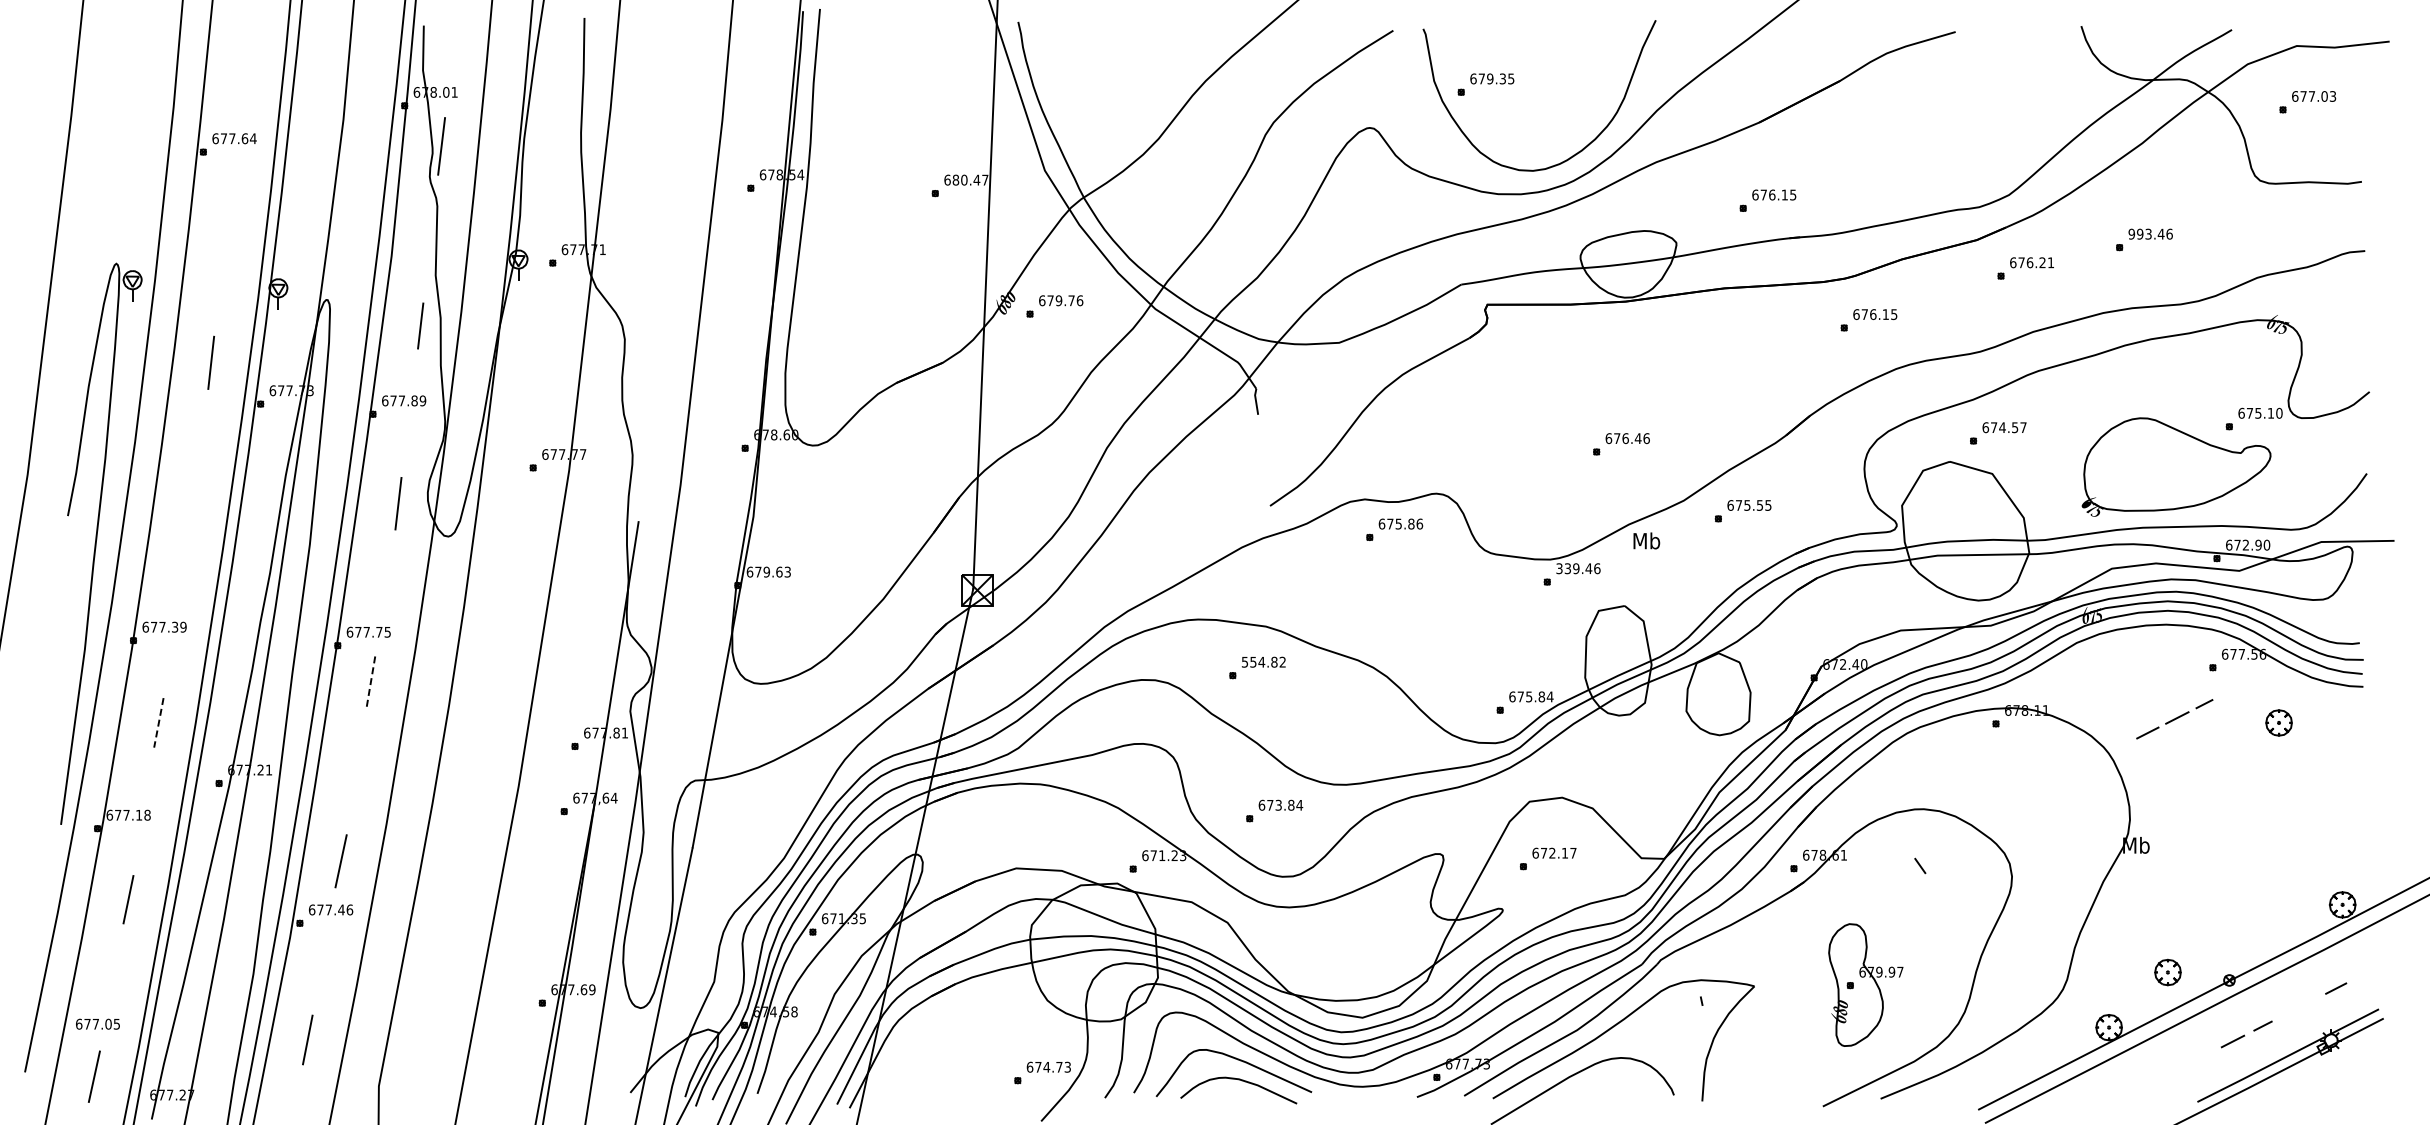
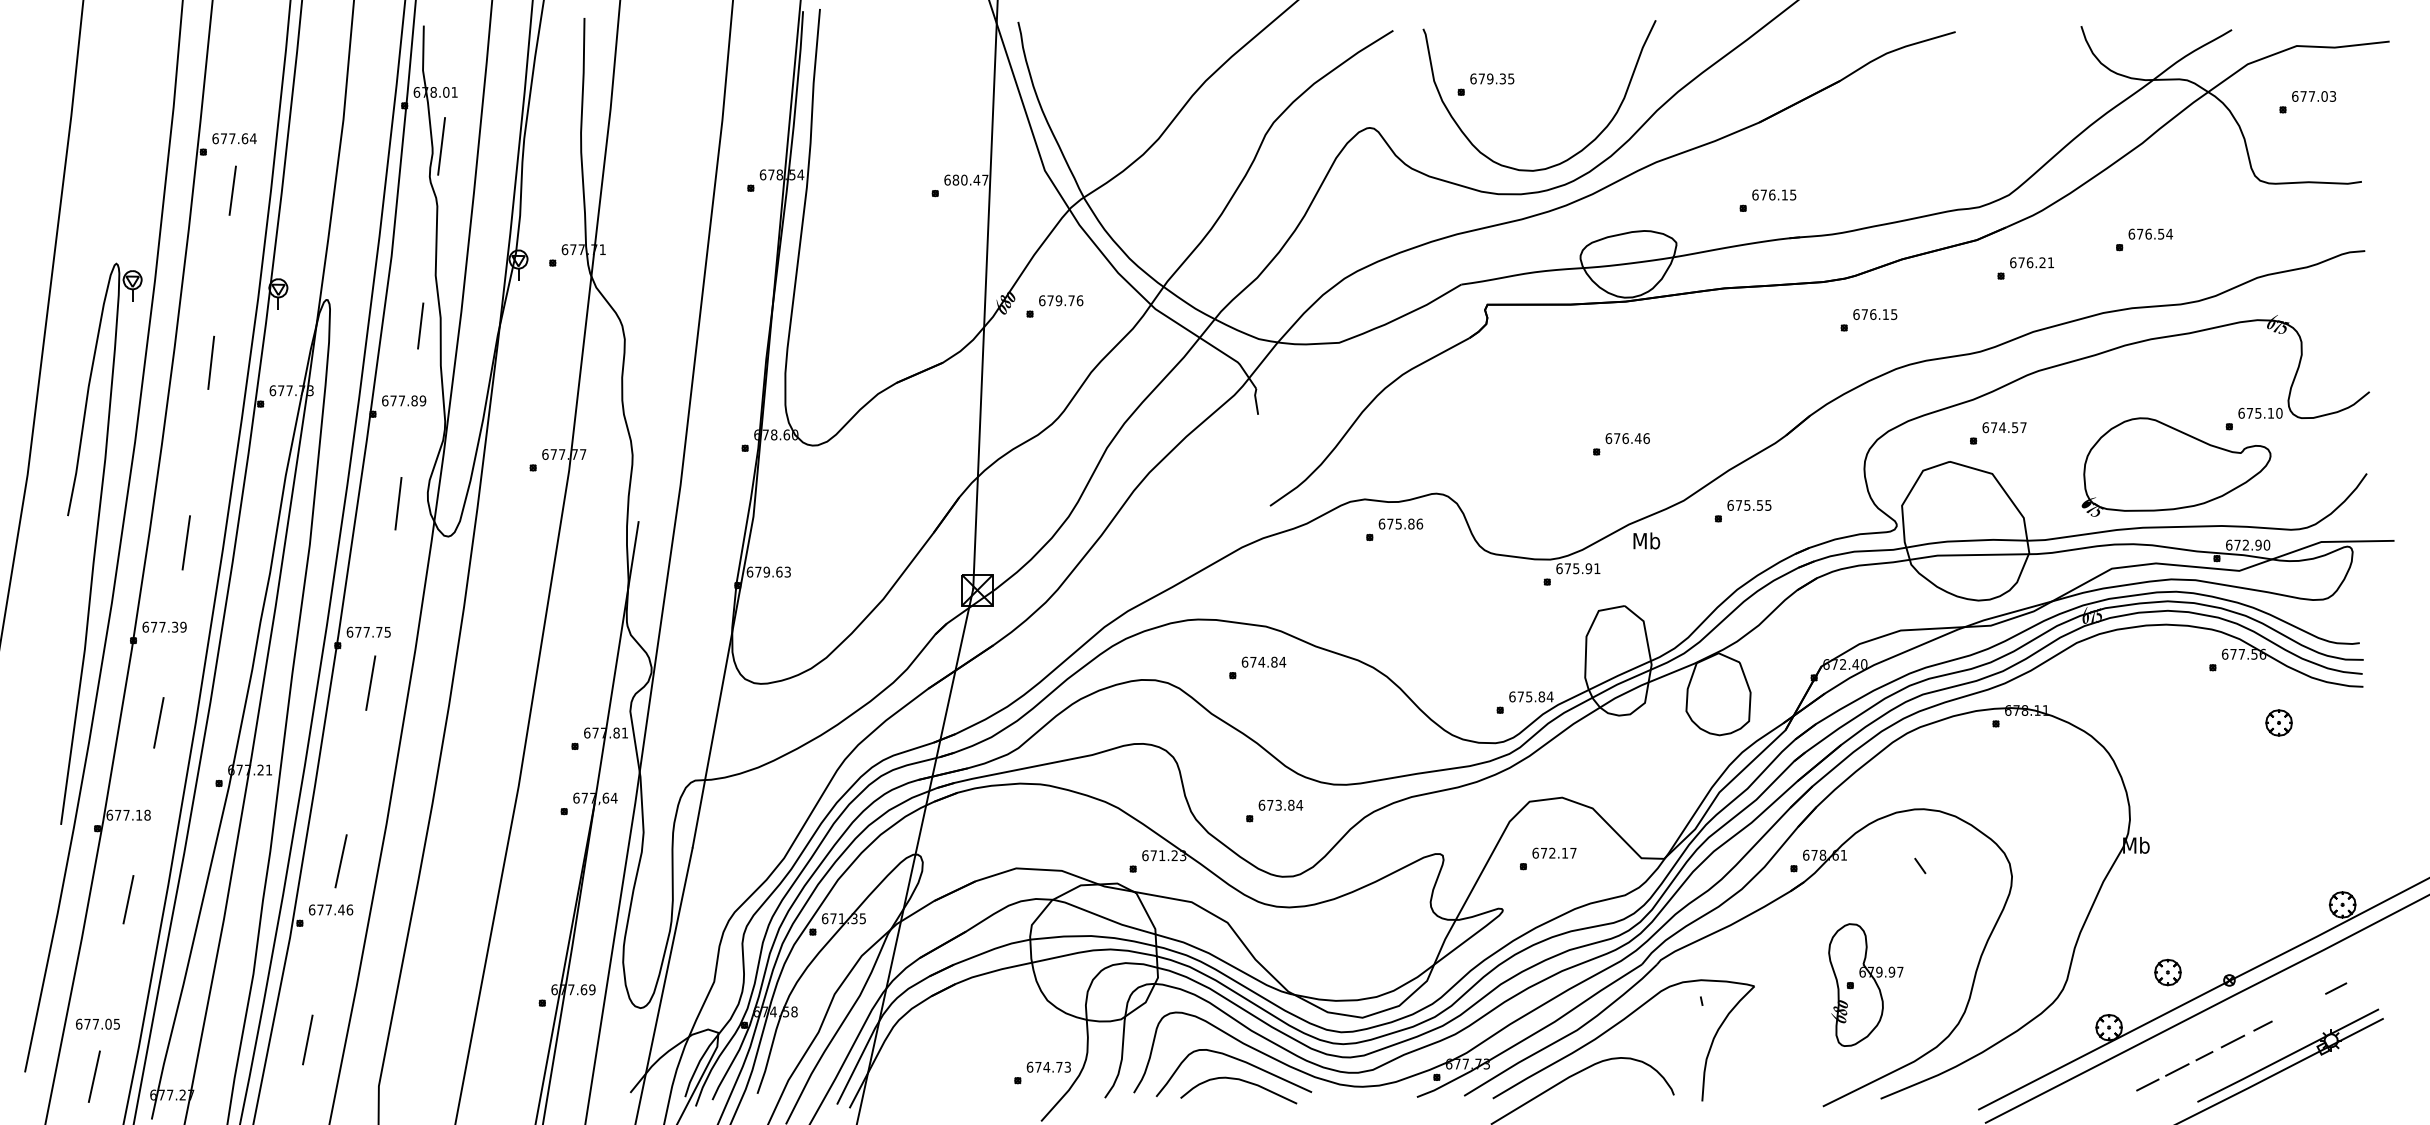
line at (232, 190): none -> present
text at (2150, 233): 993.46 -> 676.54
line at (186, 542): none -> present
text at (1578, 568): 339.46 -> 675.91
text at (1263, 661): 554.82 -> 674.84
line at (370, 683): dashed -> solid
line at (2174, 719) position: (2174, 719) -> (2174, 1071)
line at (158, 723): dashed -> solid
